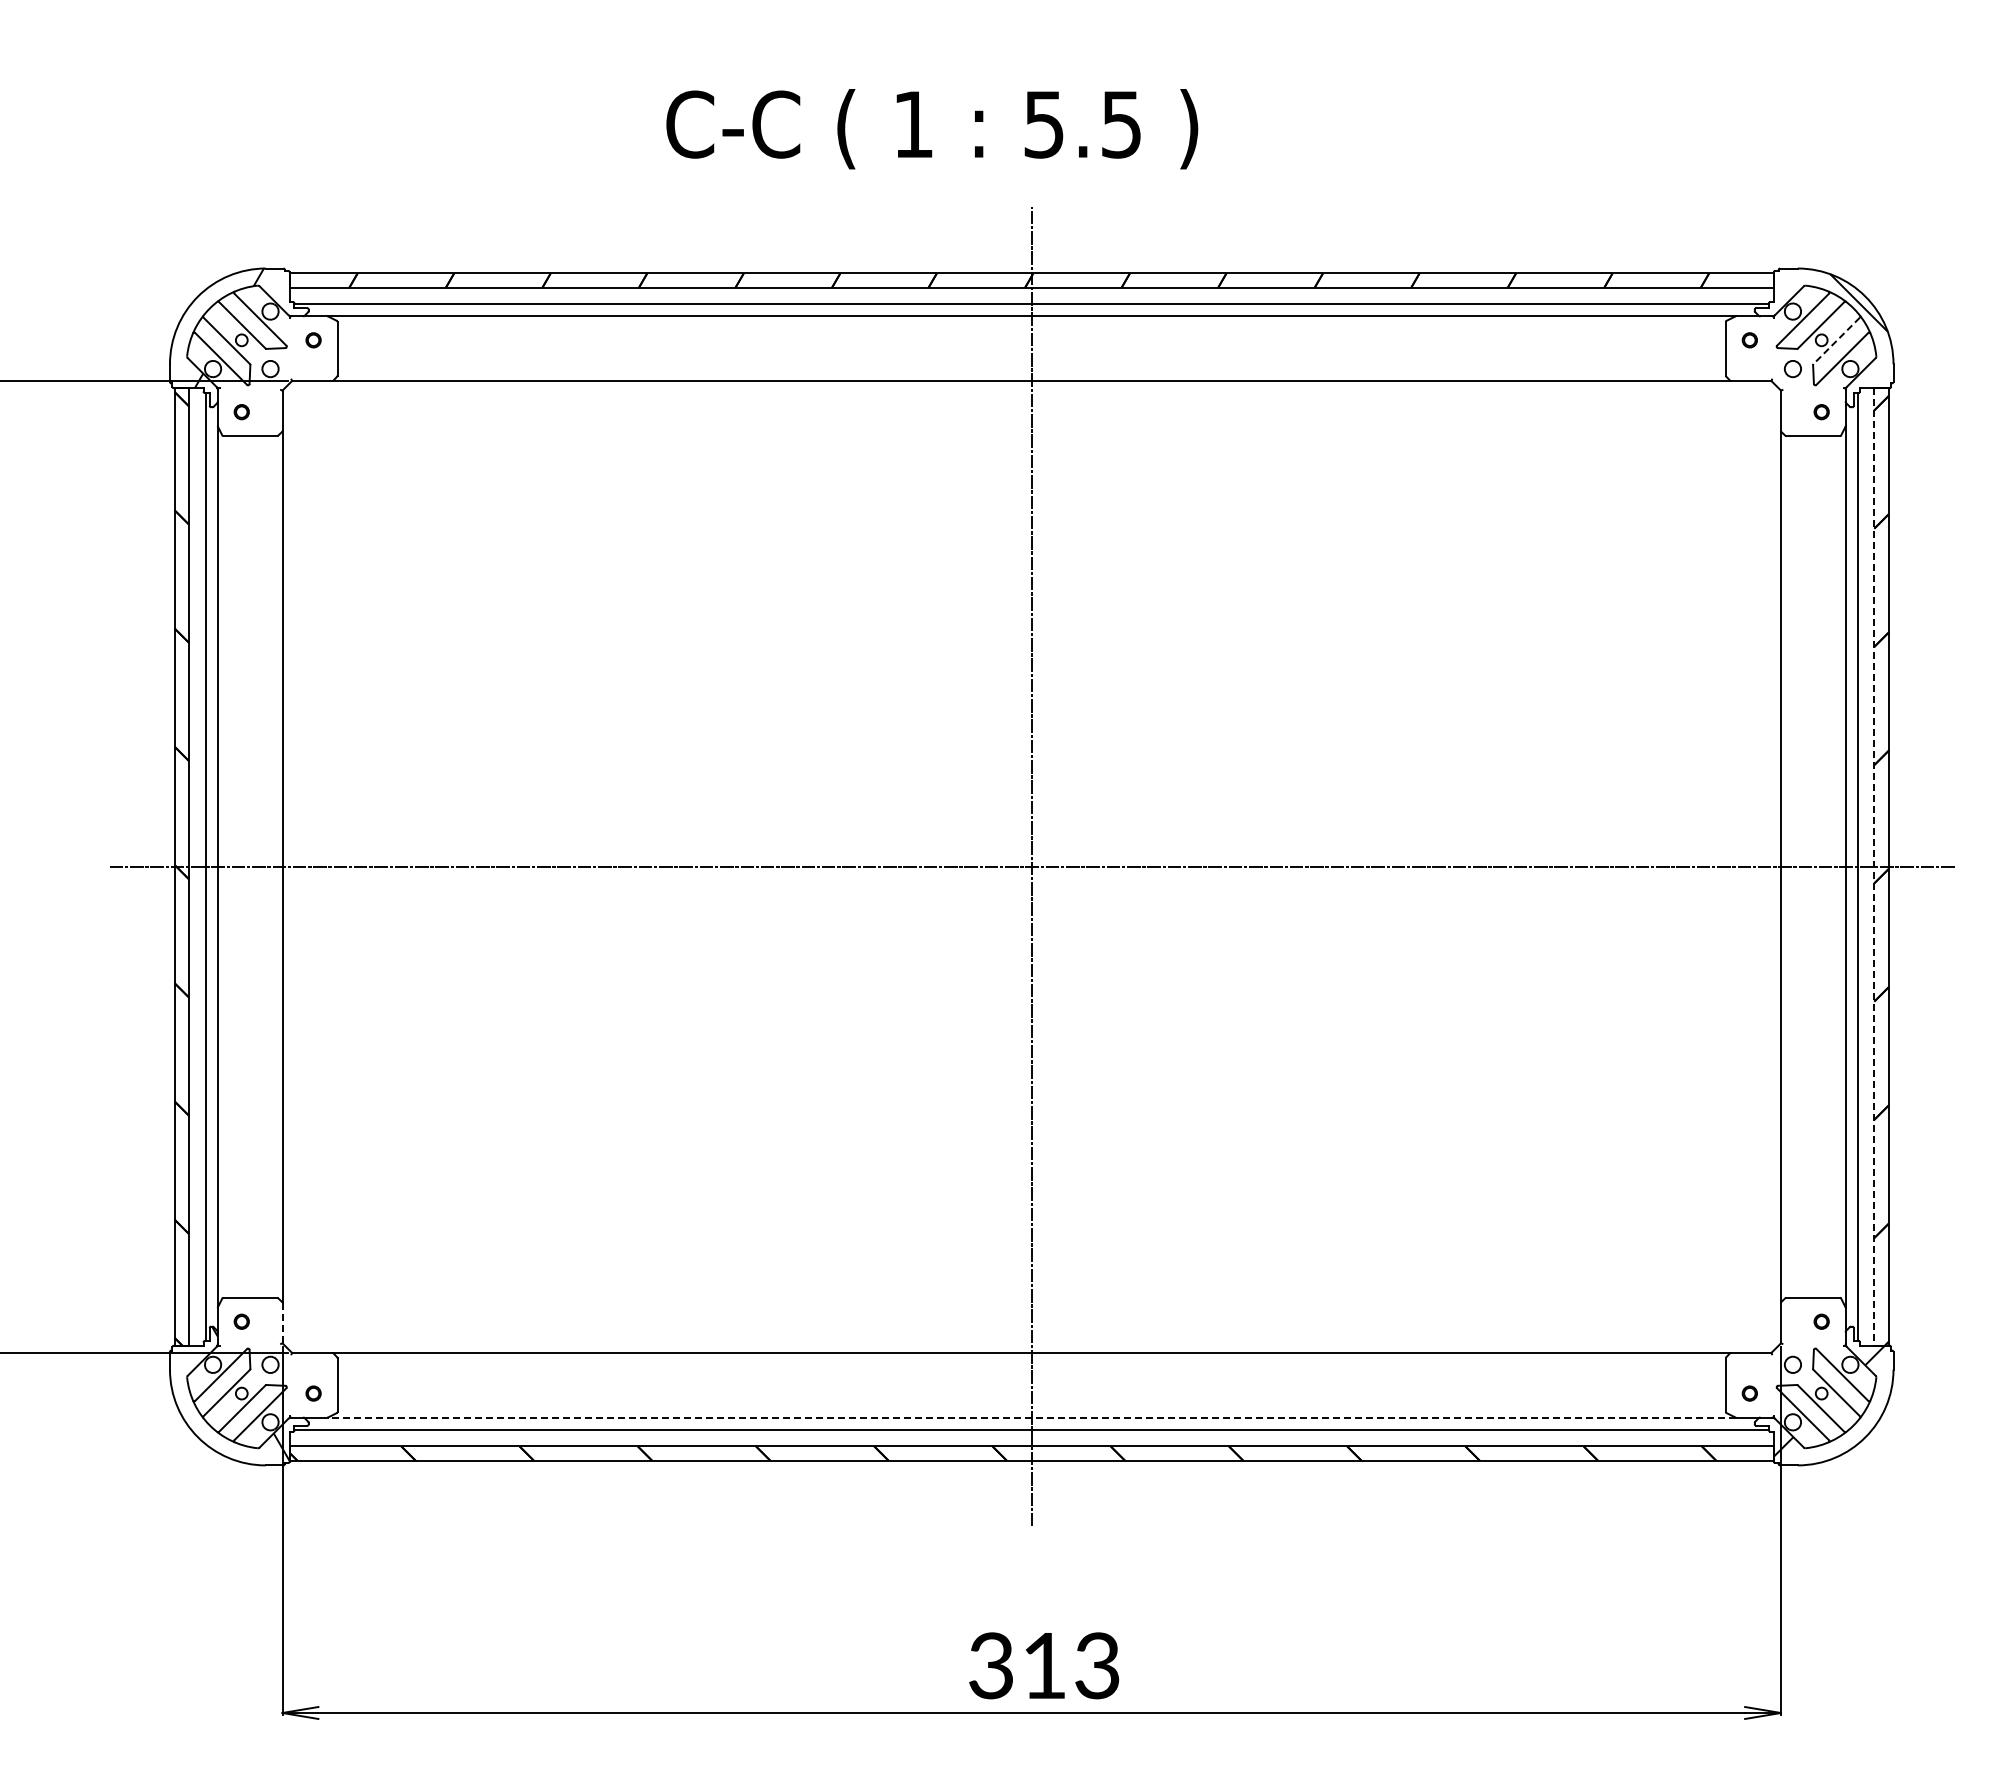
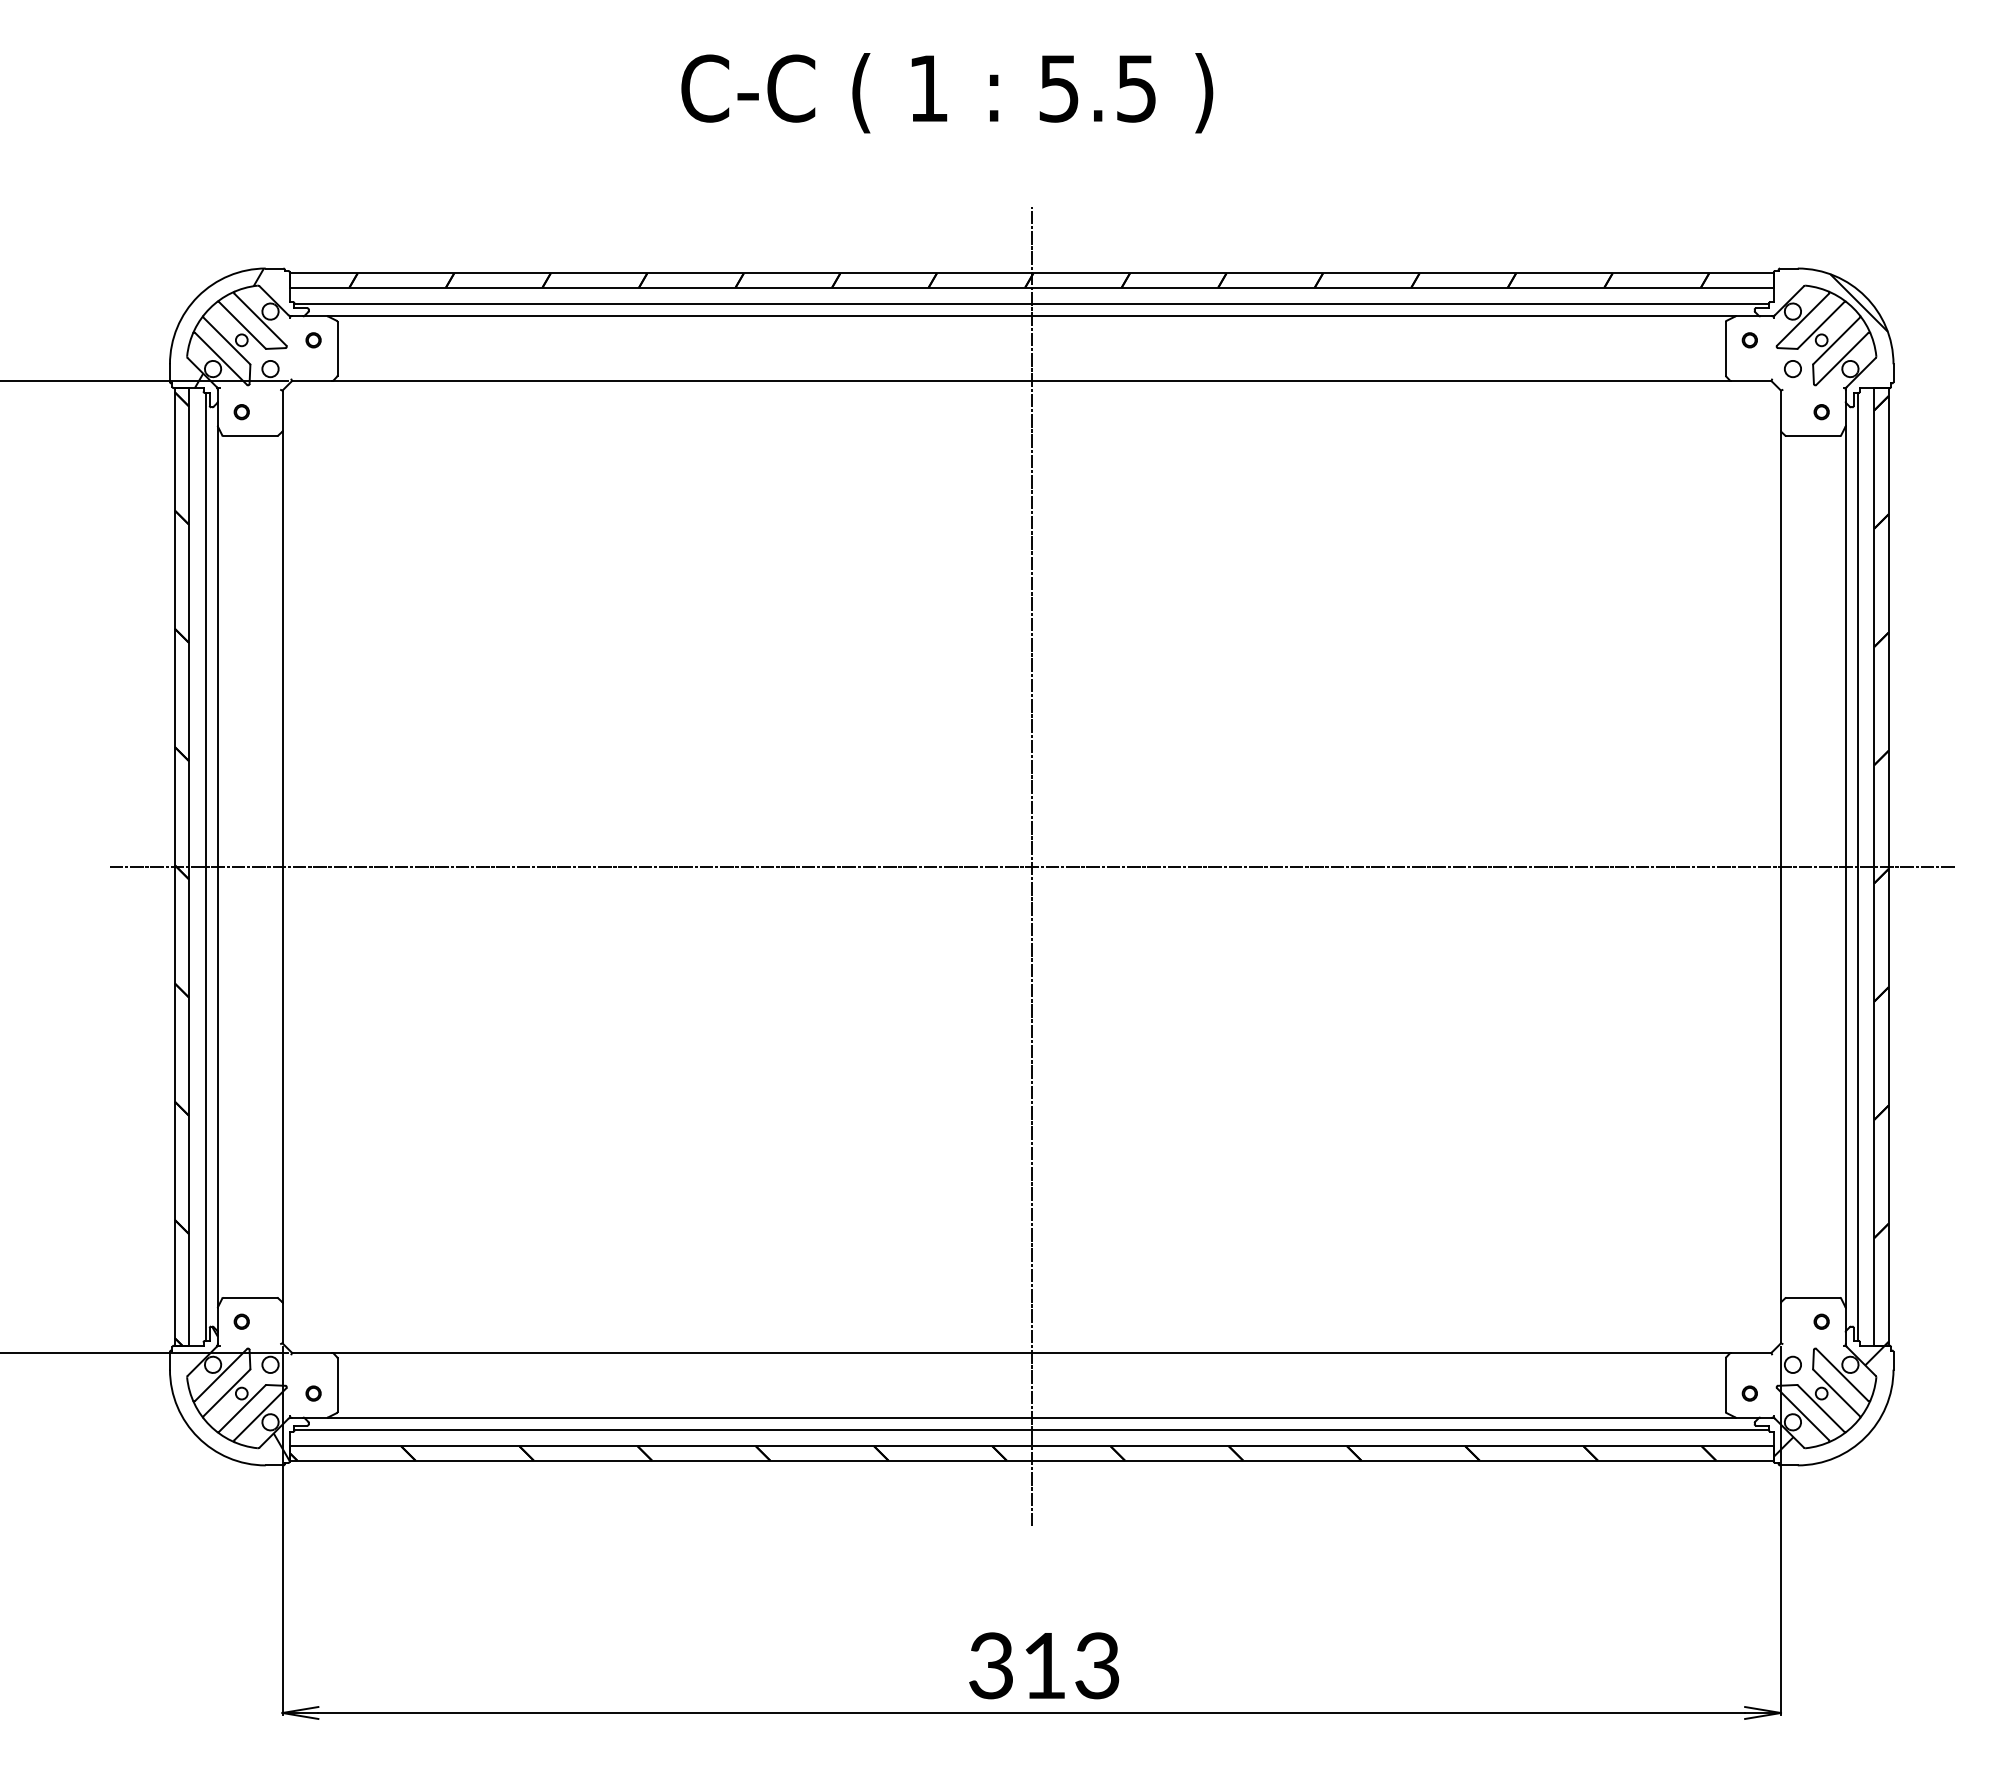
text at (932, 129) position: (932, 129) -> (947, 93)
line at (1836, 340): dashed -> solid
line at (1874, 866): dashed -> solid
line at (282, 1322): dashed -> solid
line at (1031, 1417): dashed -> solid
